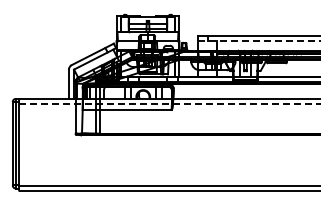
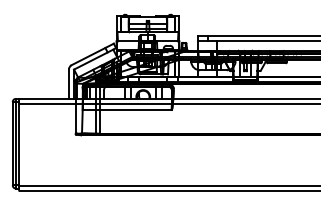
line at (260, 41): dashed -> solid
line at (170, 103): dashed -> solid
